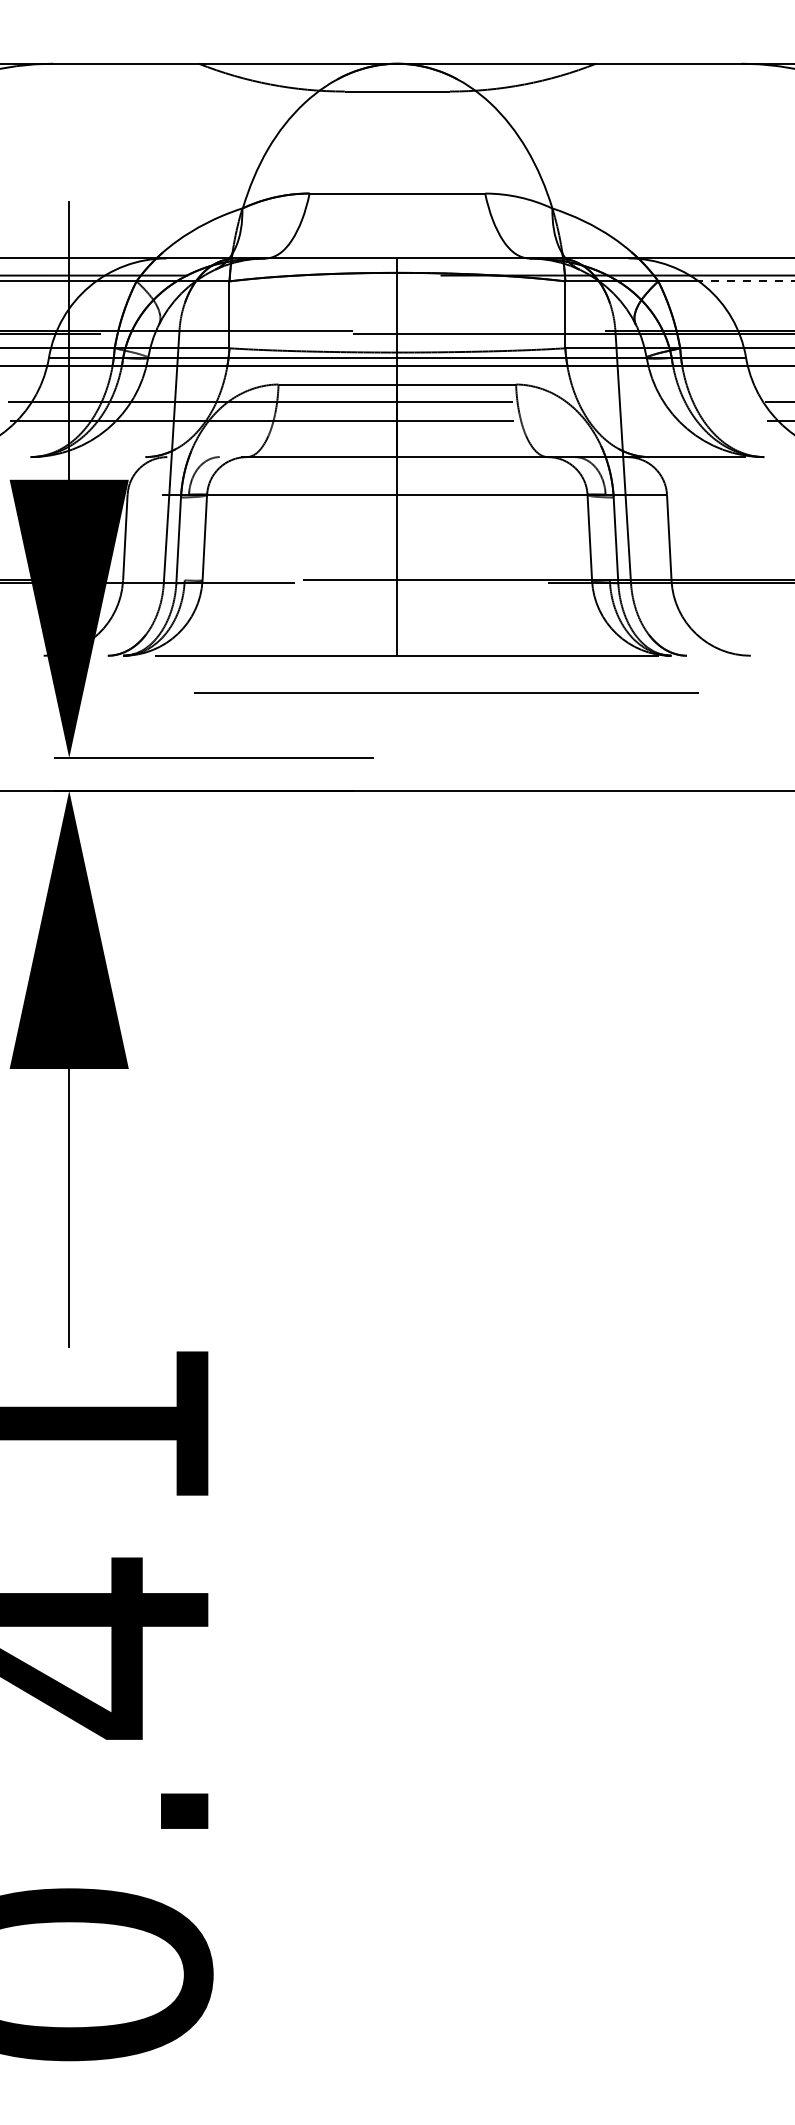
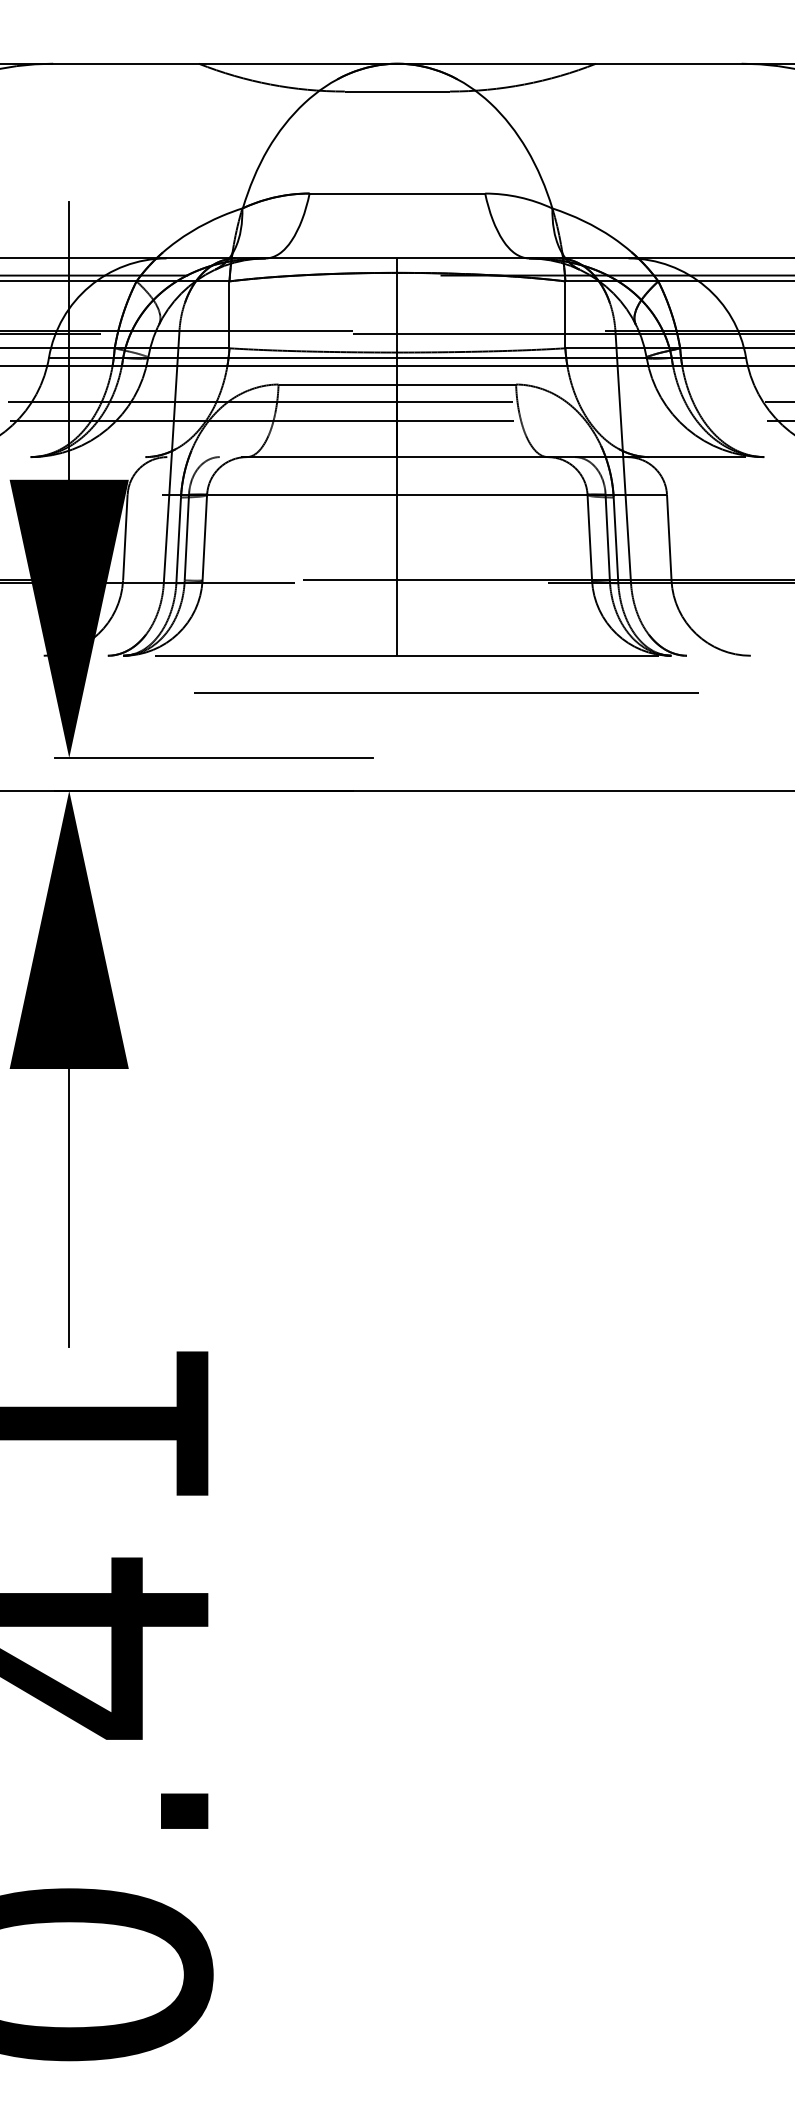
line at (745, 281): dashed -> solid
line at (186, 537): none -> present
line at (607, 537): none -> present
